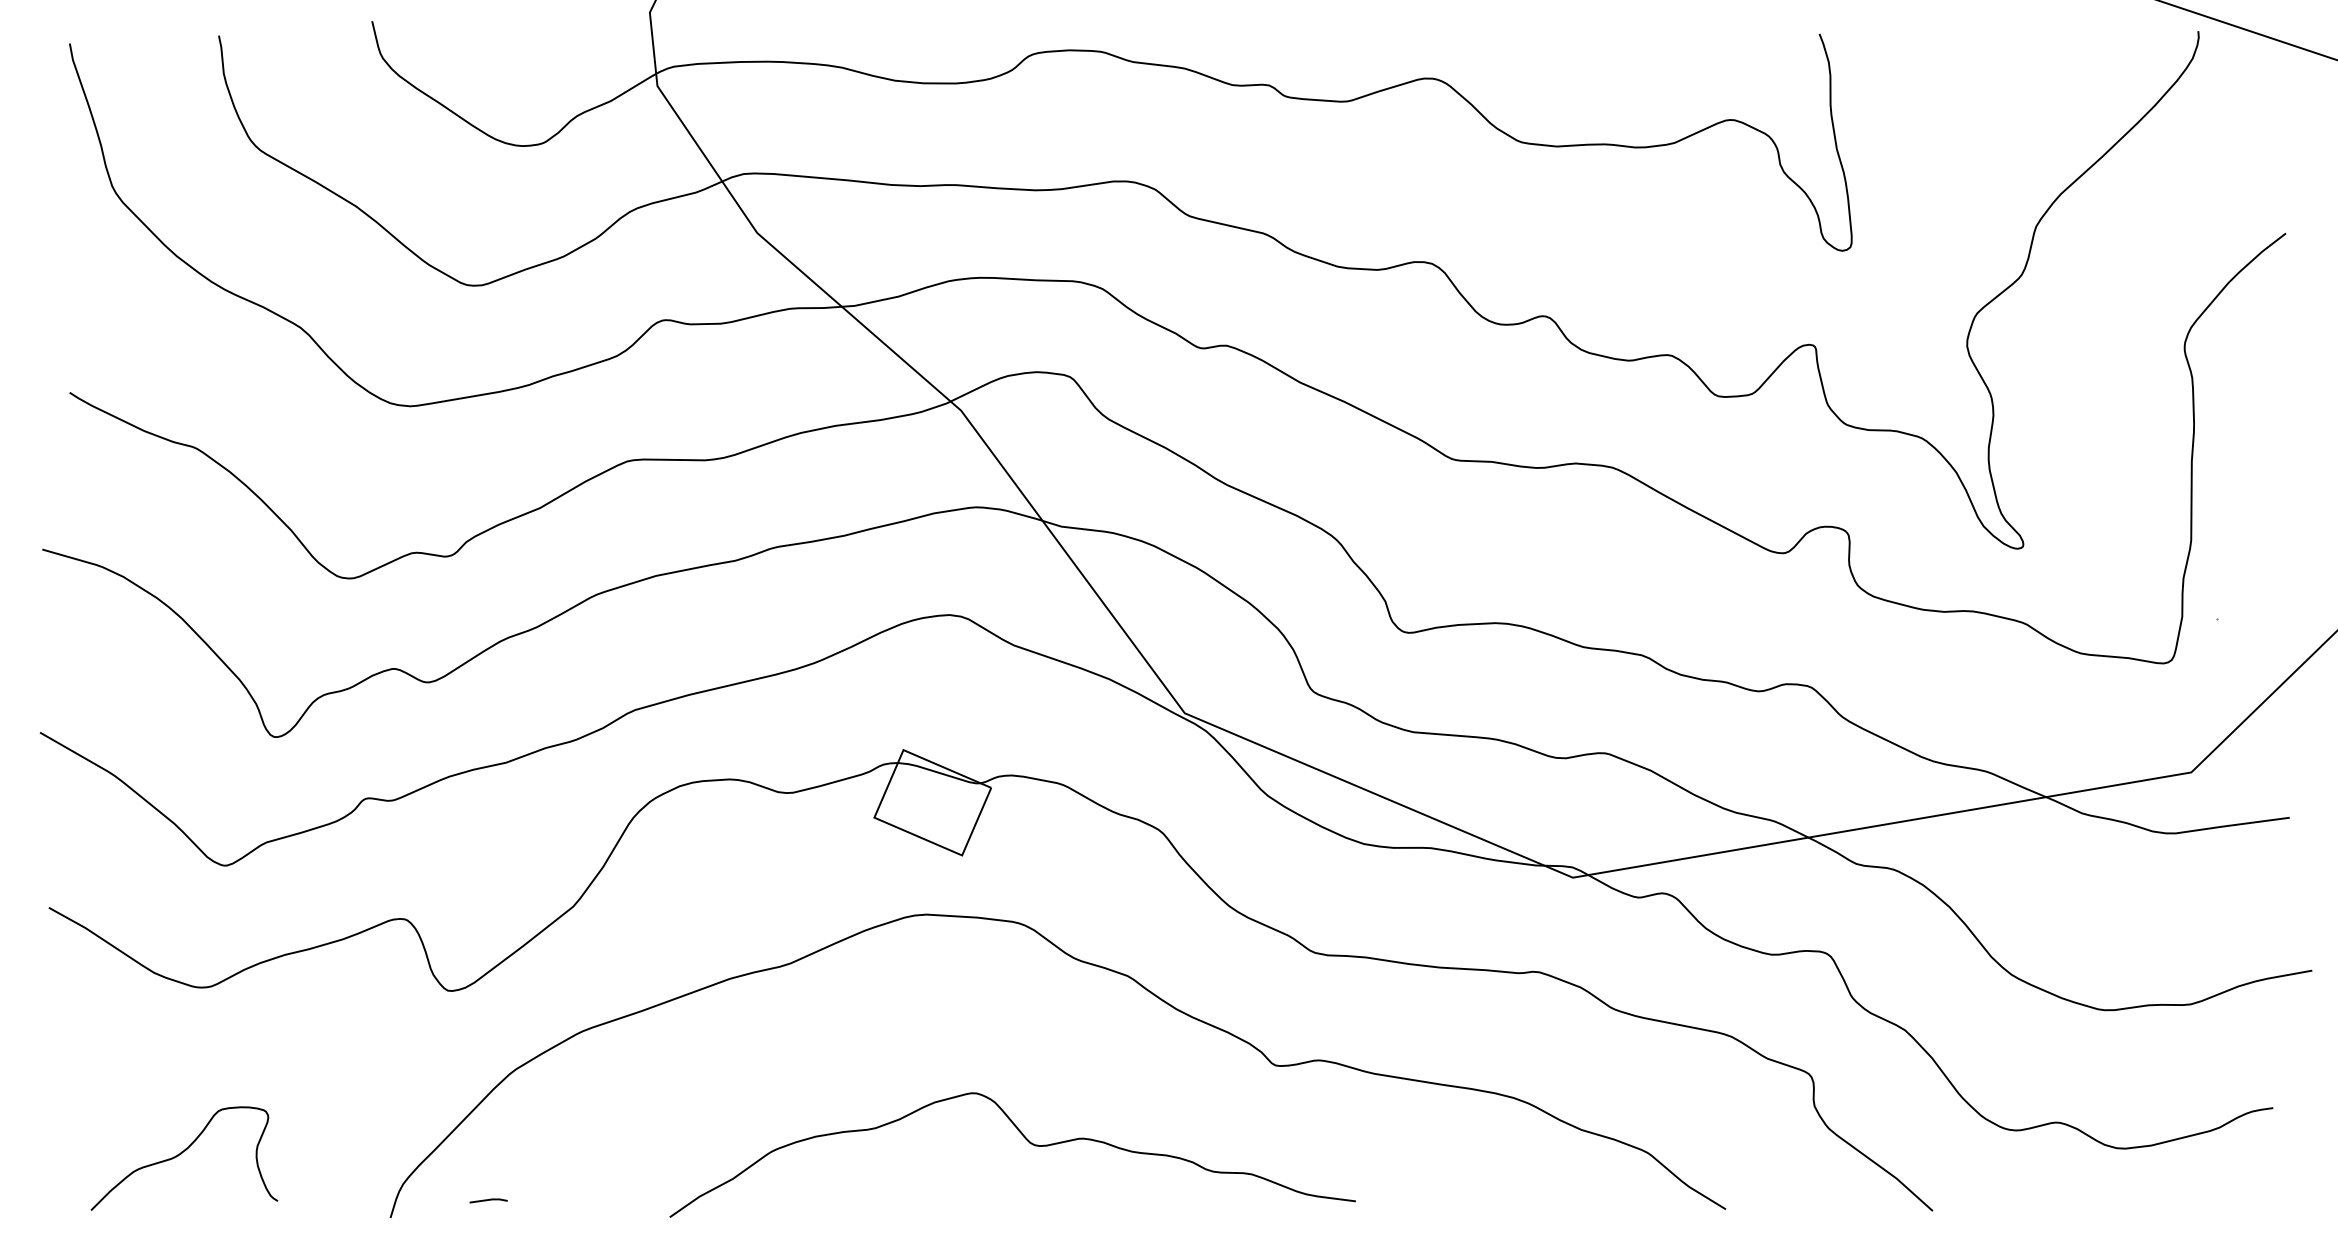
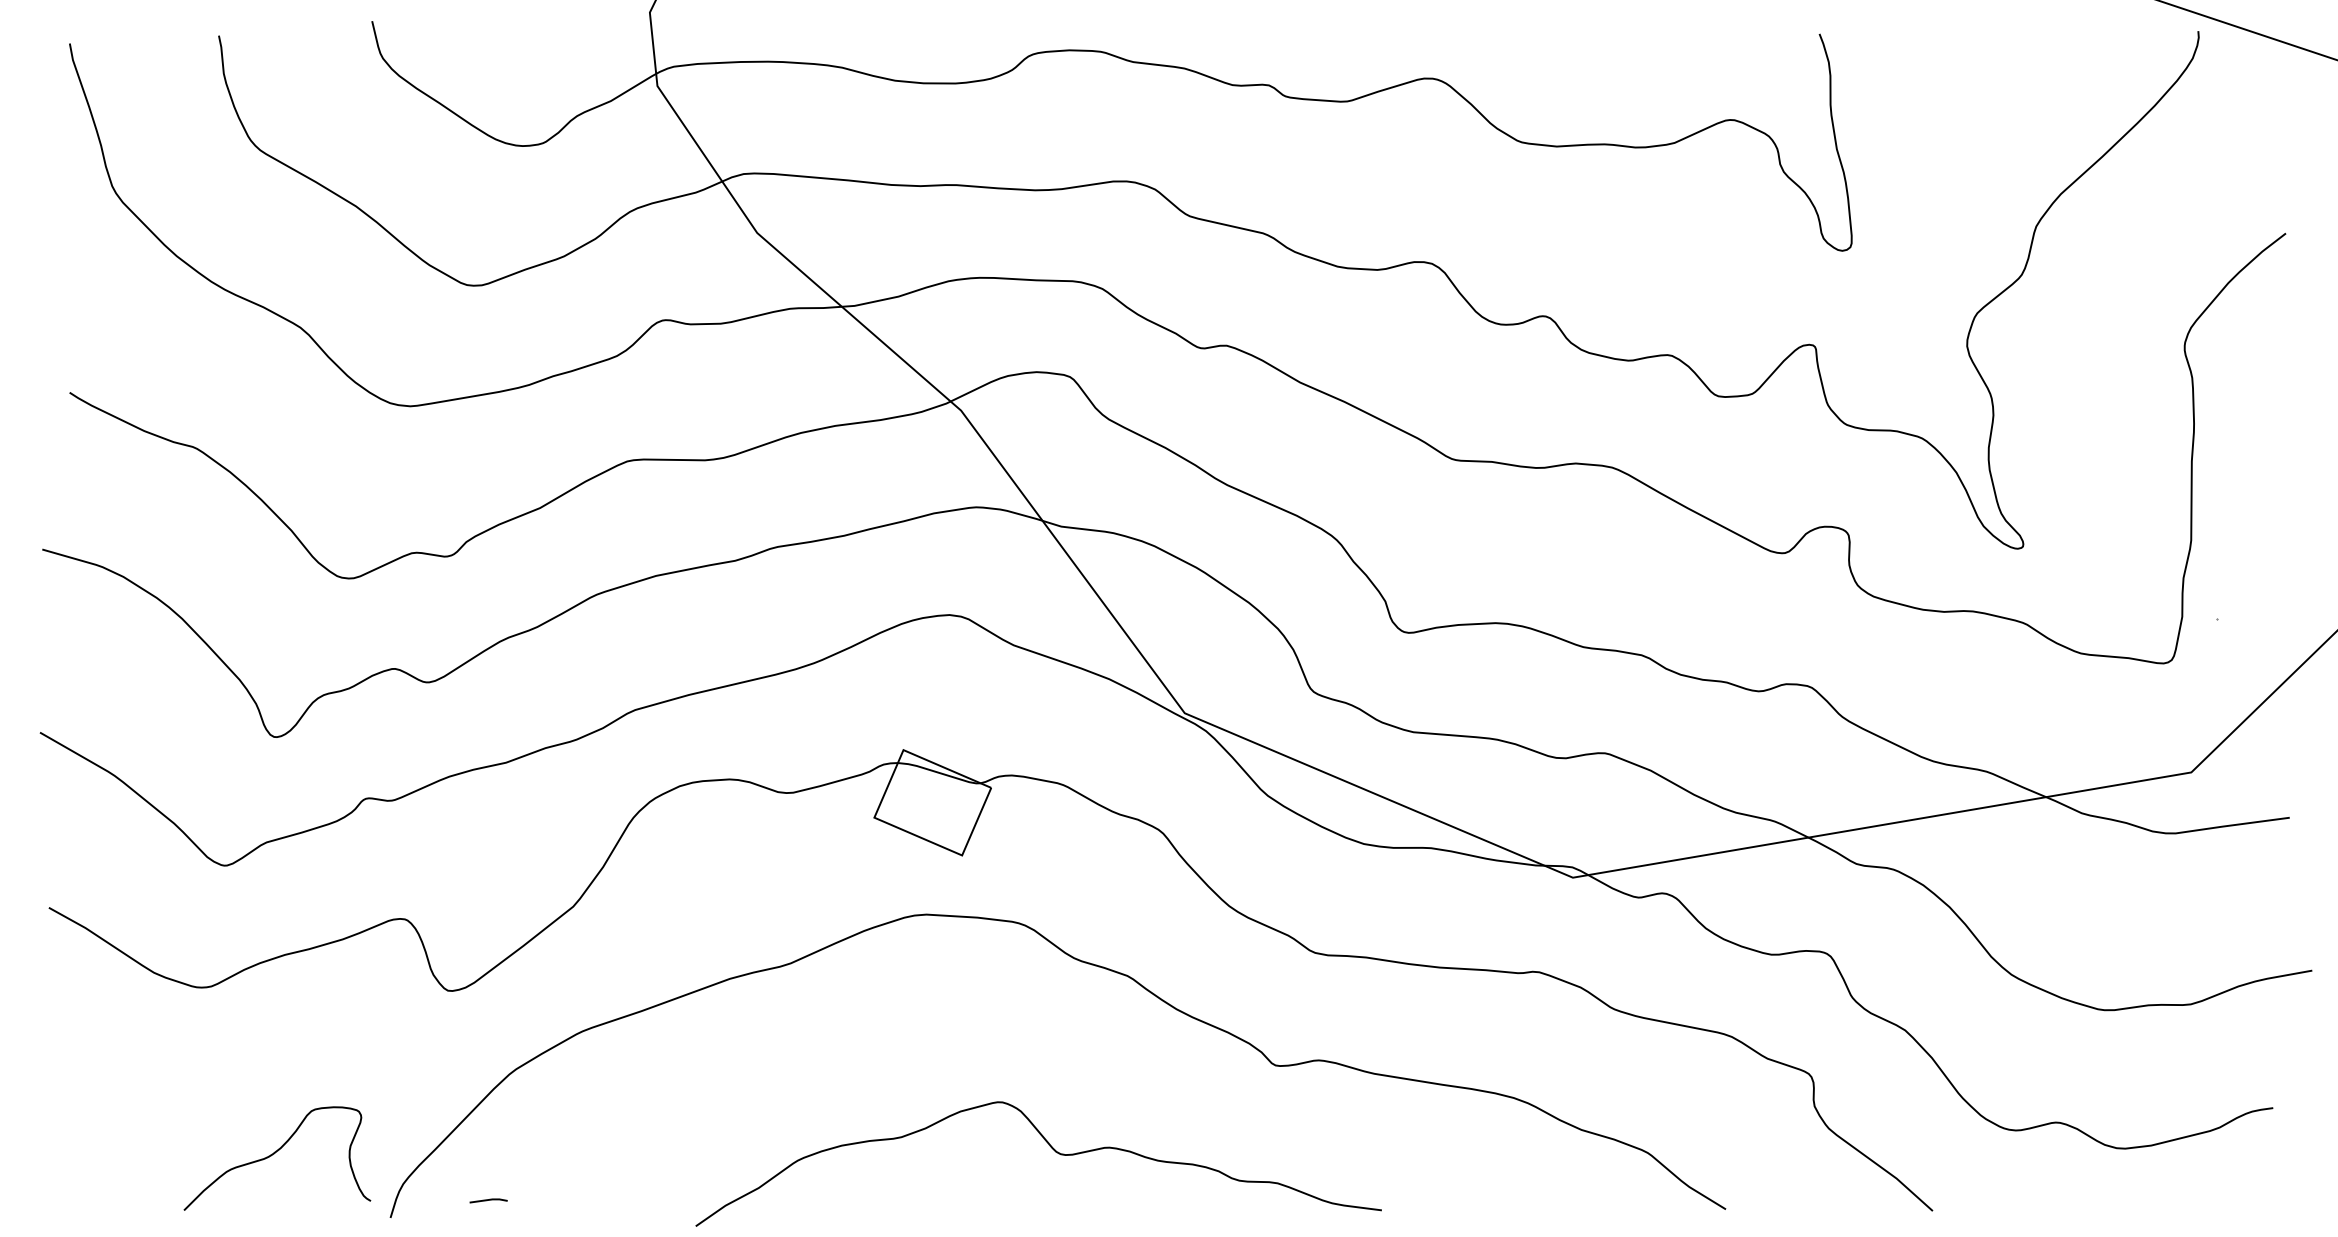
curve at (1026, 1140) position: (1026, 1140) -> (1052, 1149)
curve at (181, 1154) position: (181, 1154) -> (274, 1154)
